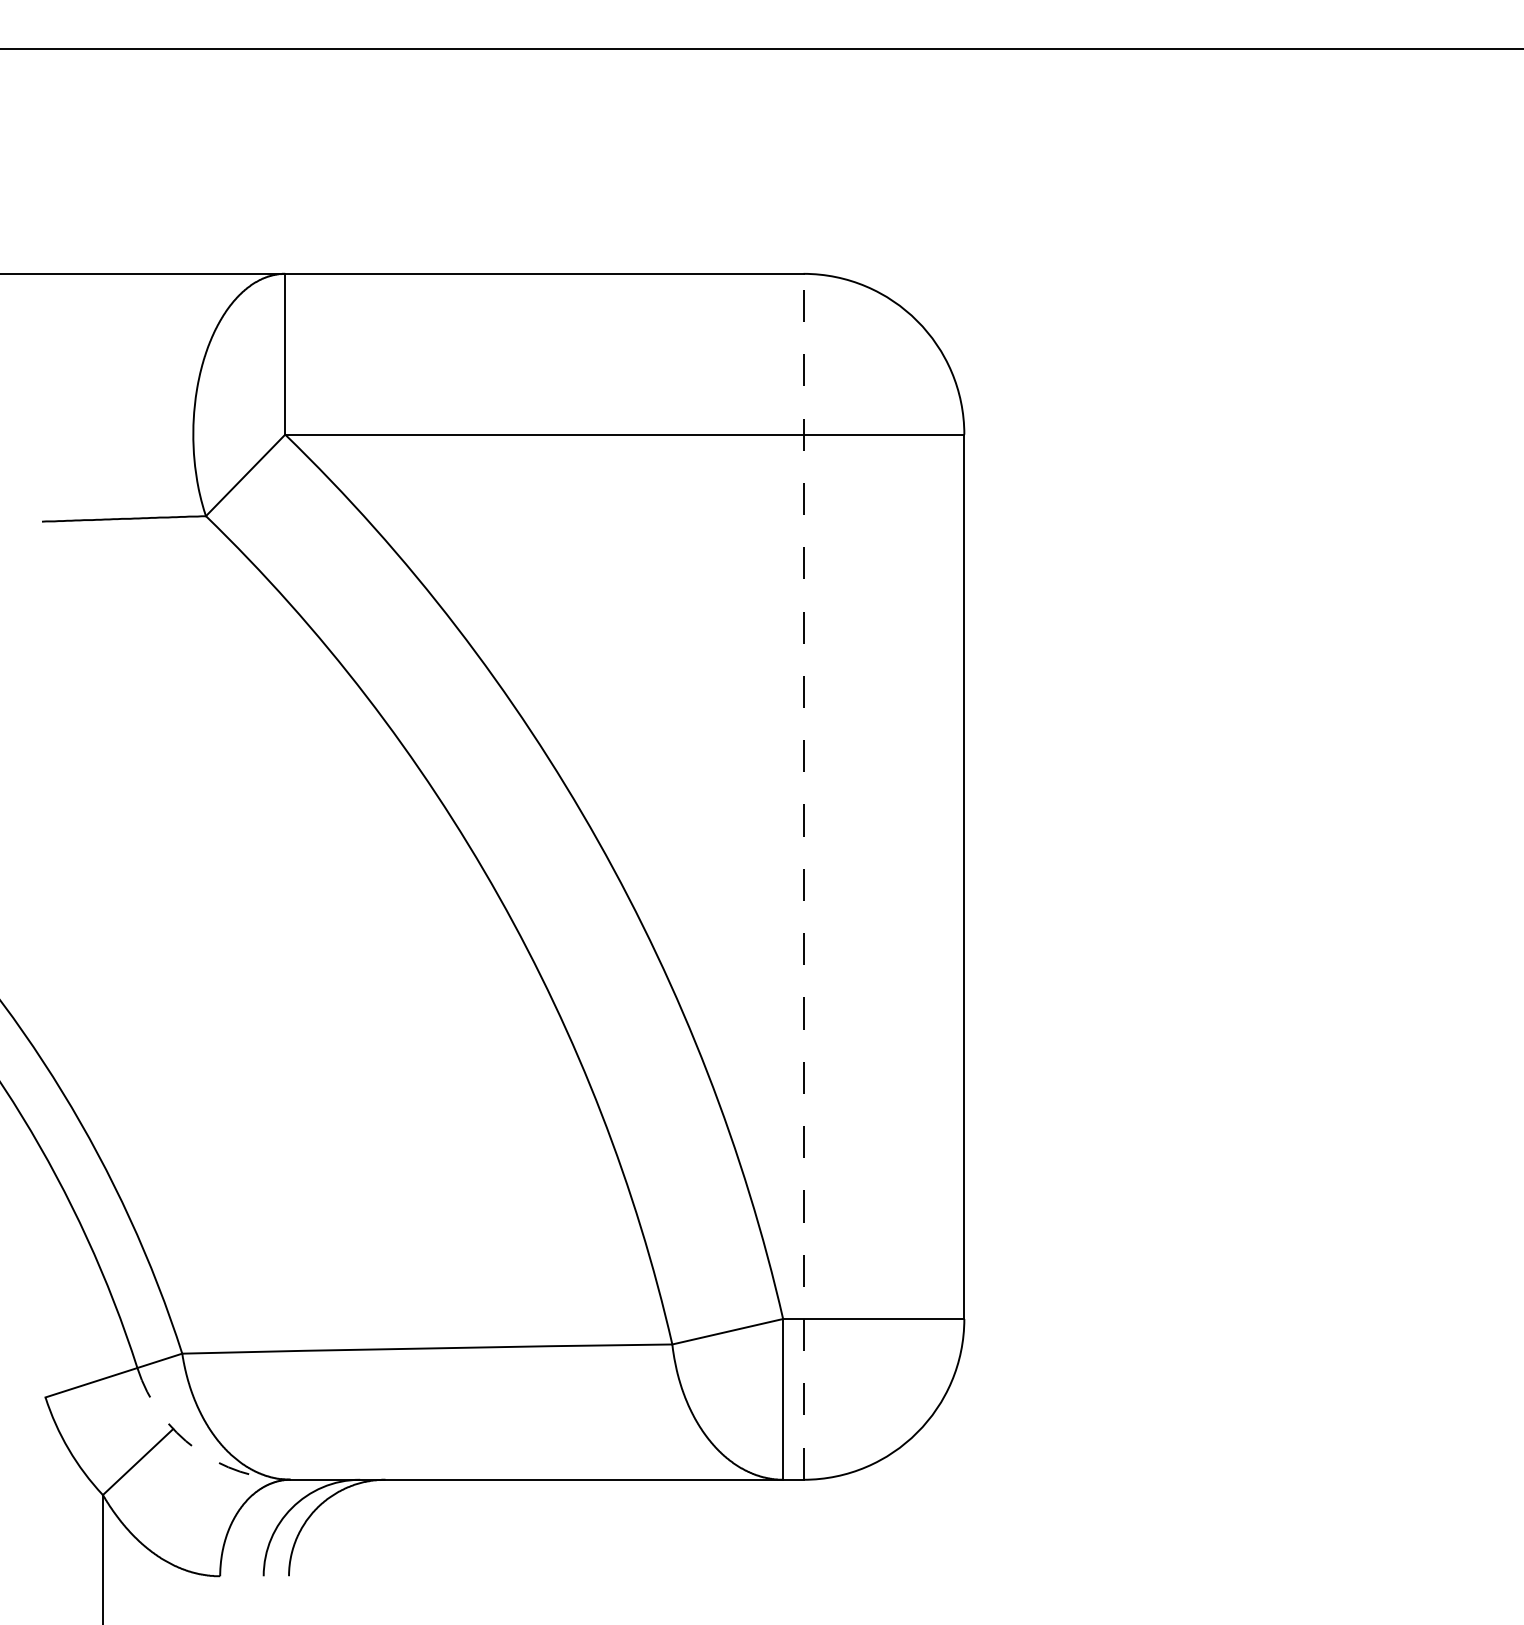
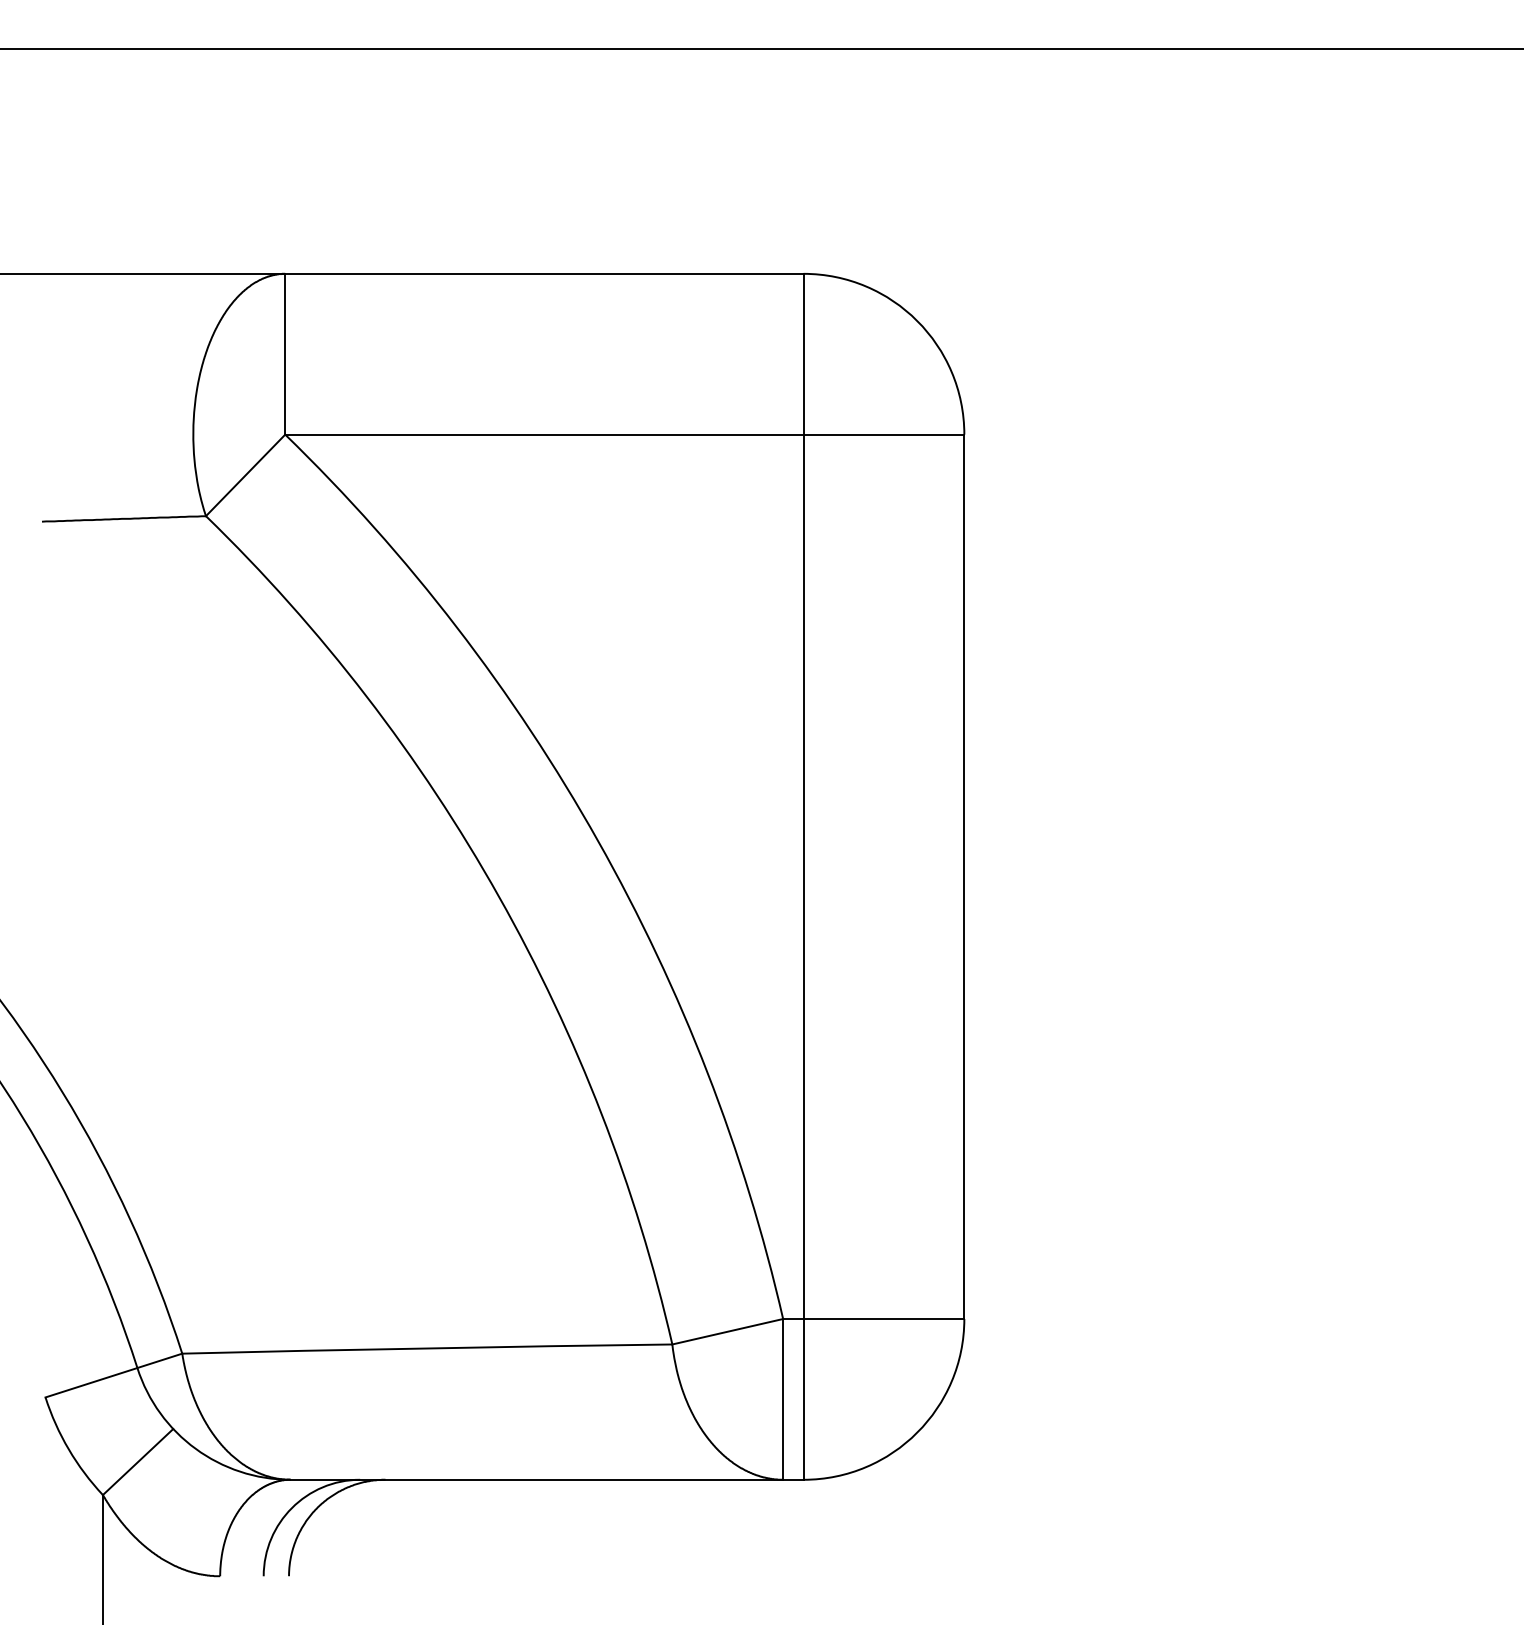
line at (803, 876): dashed -> solid
arc at (195, 1448): dashed -> solid
